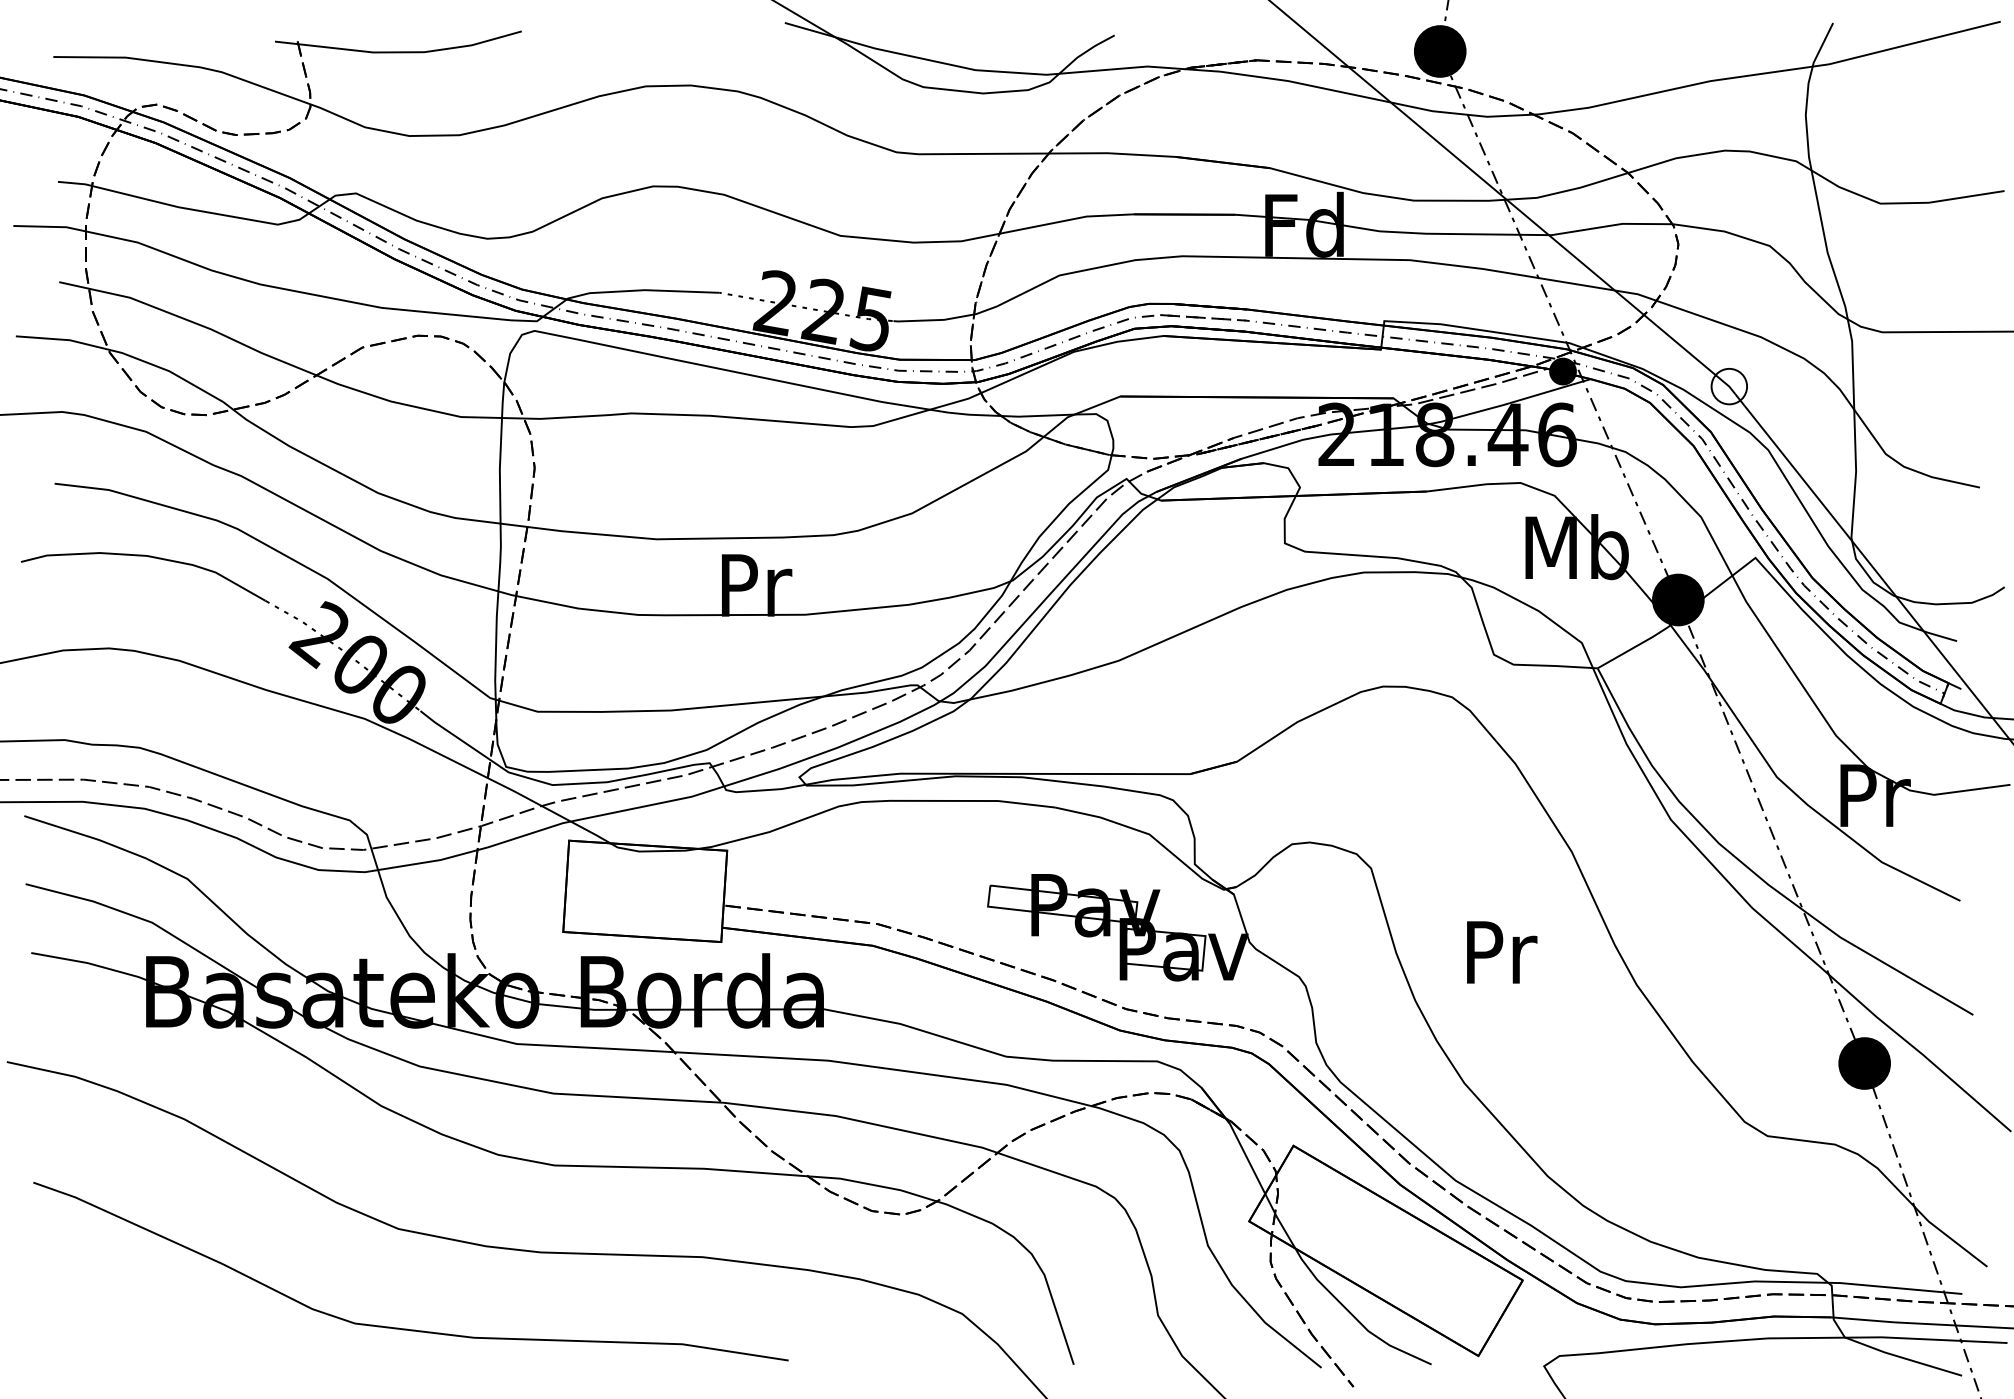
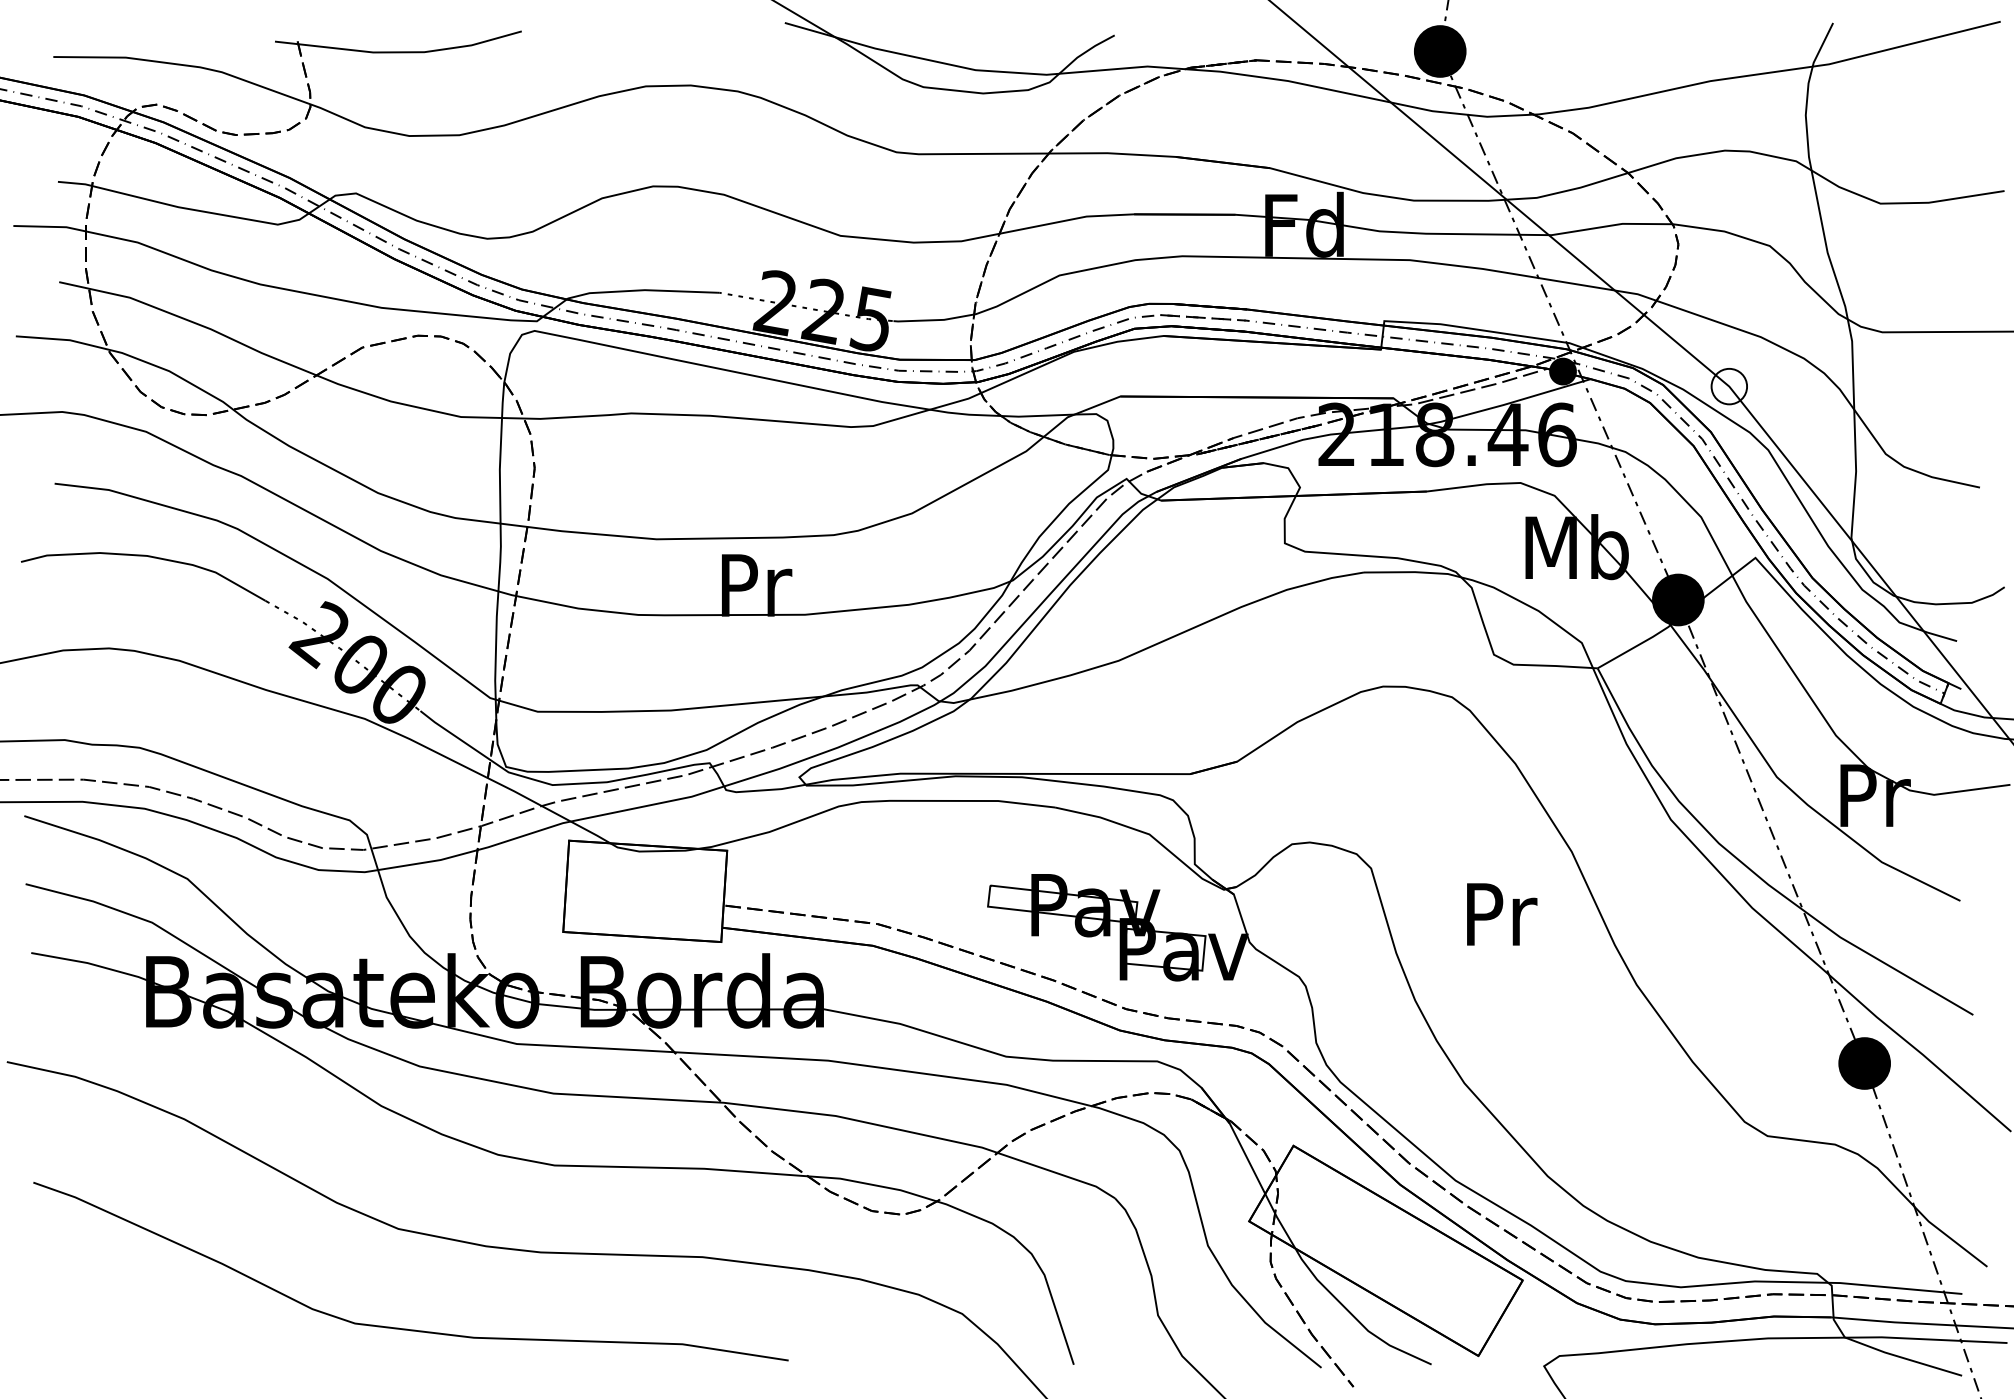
text at (1502, 952) position: (1502, 952) -> (1502, 914)
